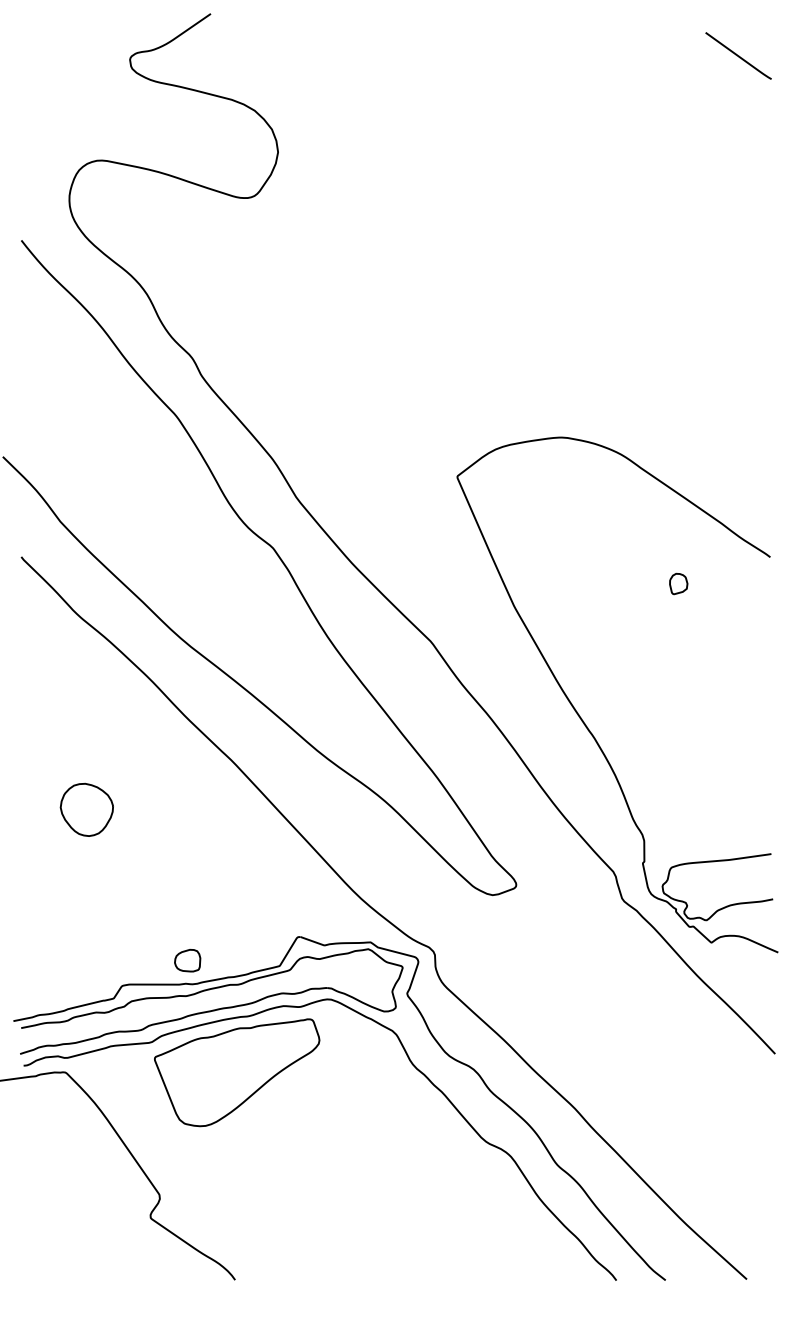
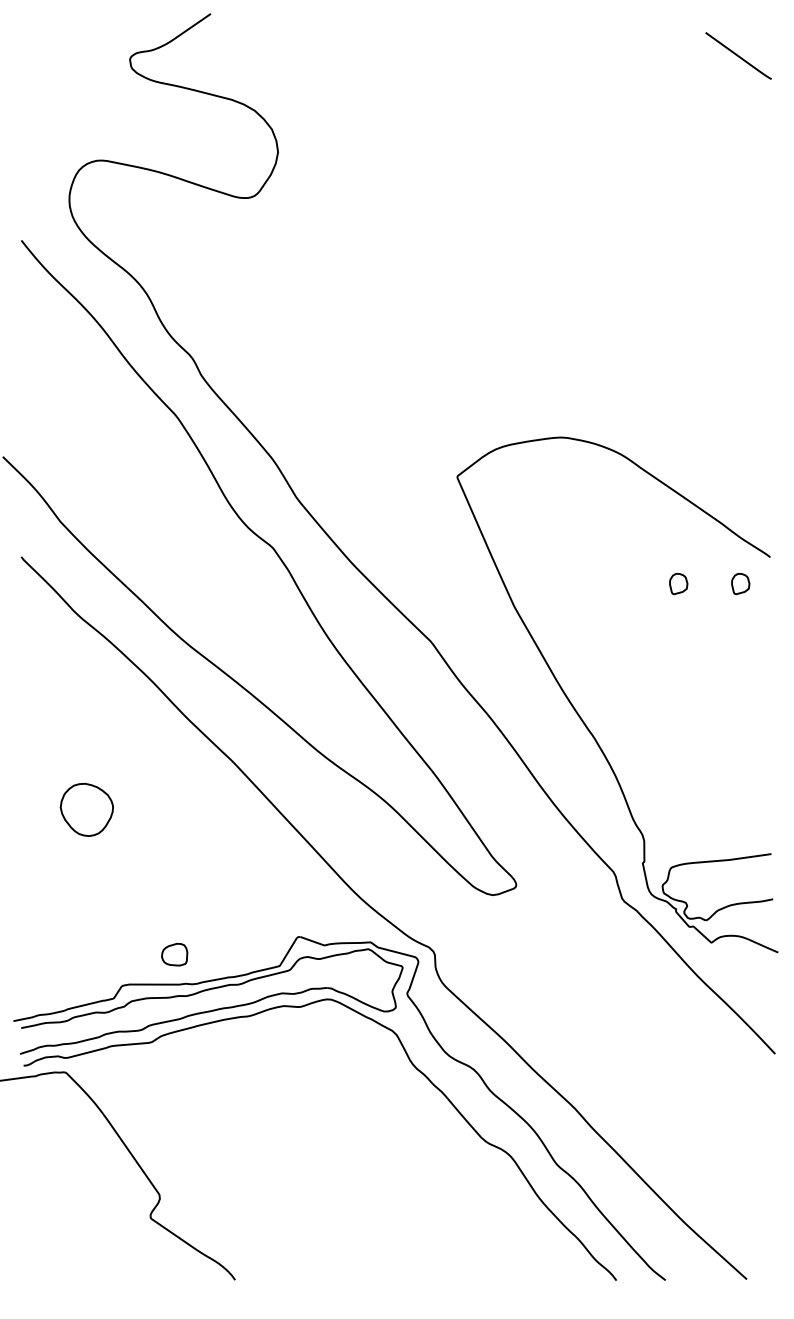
part at (740, 583): none -> present
part at (187, 960) position: (187, 960) -> (174, 954)
part at (237, 1072): present -> none
